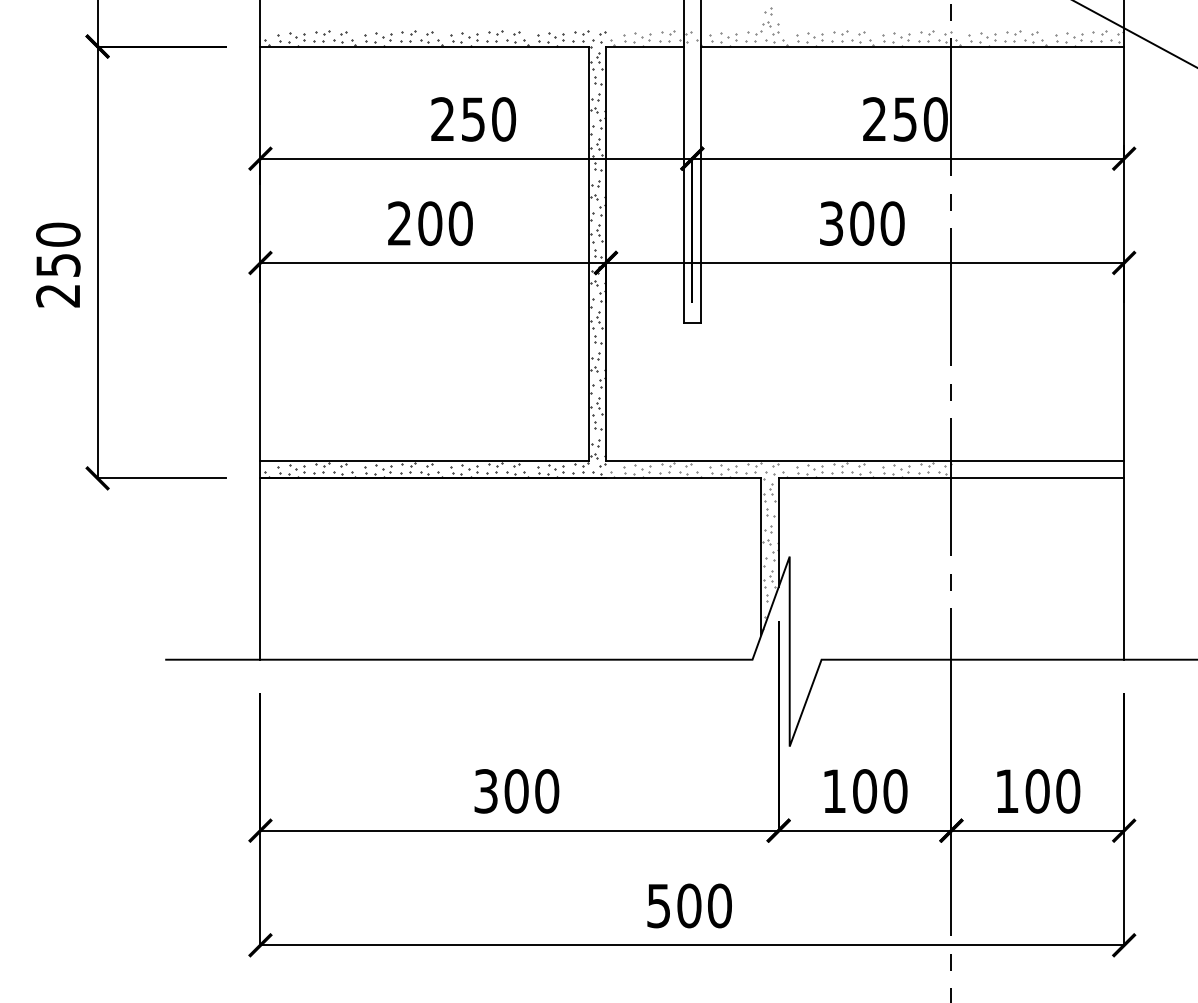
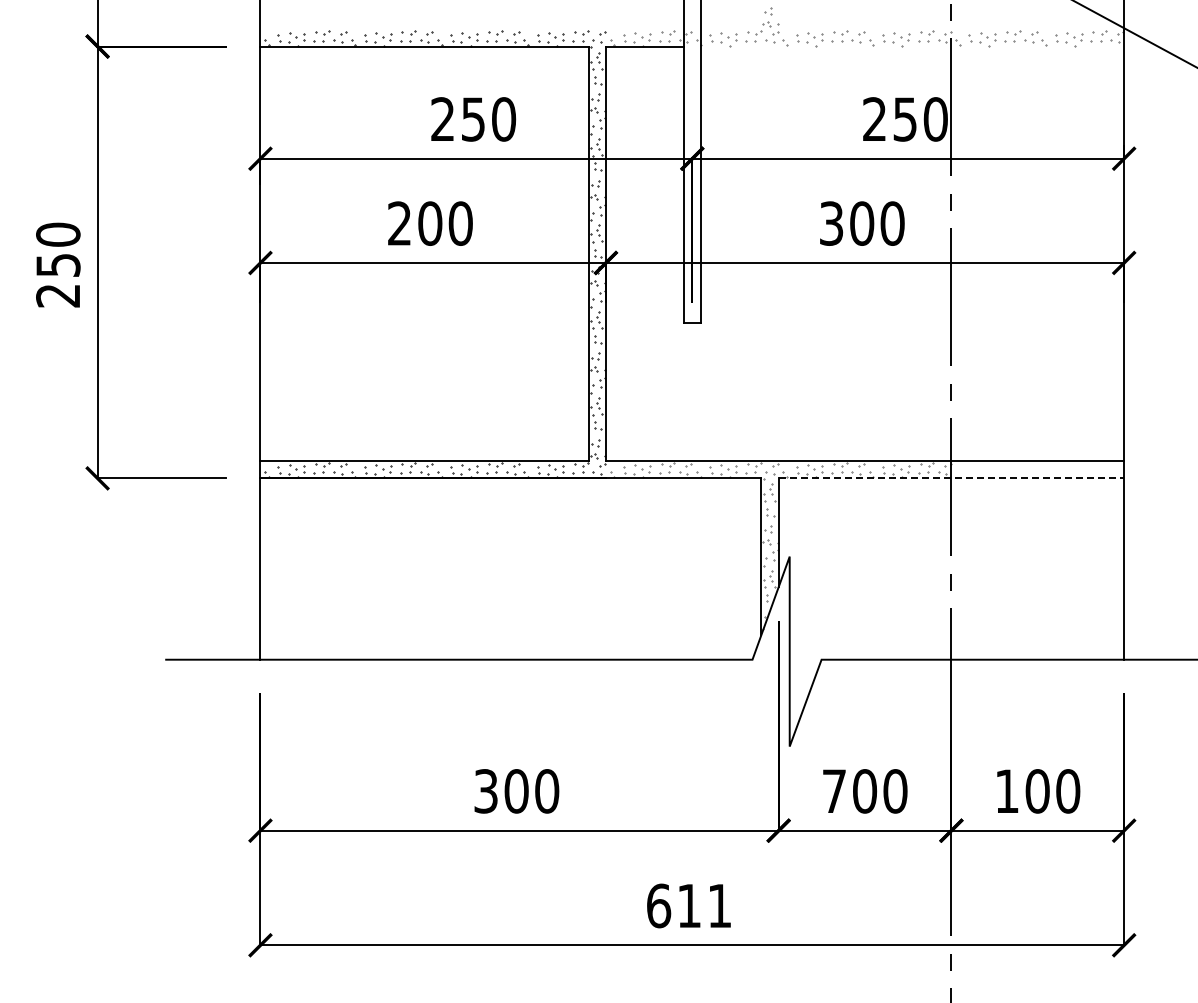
line at (912, 46): present -> none
line at (951, 478): solid -> dashed
text at (834, 790): 100 -> 700
text at (689, 905): 500 -> 611
